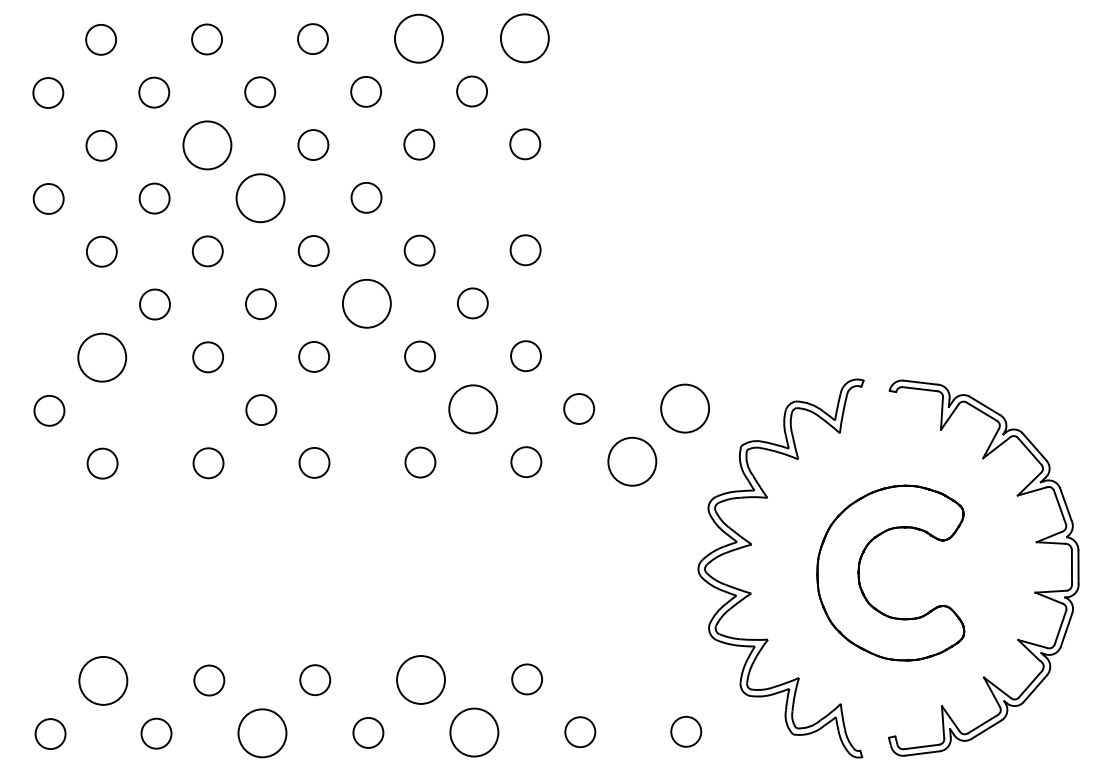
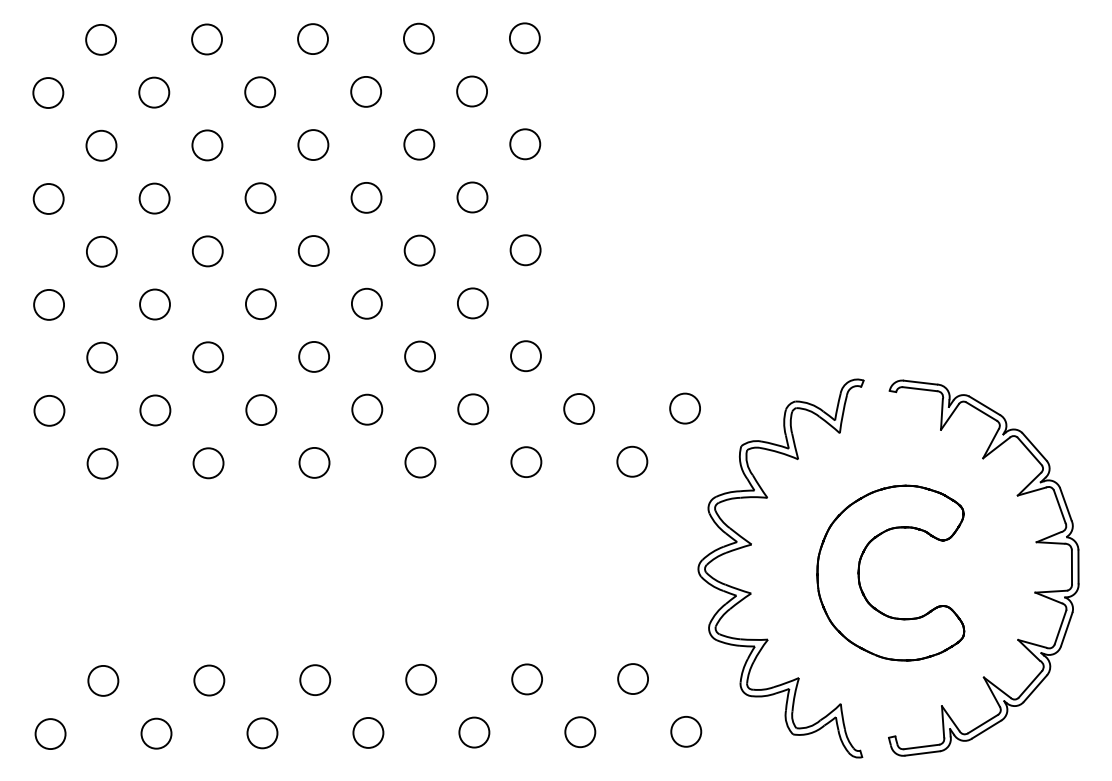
circle at (418, 38) diameter: 48 px -> 30 px
circle at (524, 38) diameter: 48 px -> 30 px
circle at (207, 145) diameter: 48 px -> 30 px
circle at (472, 197): none -> present
circle at (260, 198) diameter: 48 px -> 30 px
circle at (366, 303) diameter: 48 px -> 30 px
circle at (48, 304): none -> present
circle at (102, 357) diameter: 48 px -> 30 px
circle at (685, 408) diameter: 48 px -> 30 px
circle at (367, 409): none -> present
circle at (473, 409) diameter: 48 px -> 30 px
circle at (155, 410): none -> present
circle at (632, 461) diameter: 48 px -> 30 px
circle at (632, 678): none -> present
circle at (420, 679) size: 50x50 px -> 33x33 px
circle at (103, 680) diameter: 48 px -> 30 px
circle at (474, 732) diameter: 48 px -> 30 px
circle at (262, 733) diameter: 48 px -> 30 px
